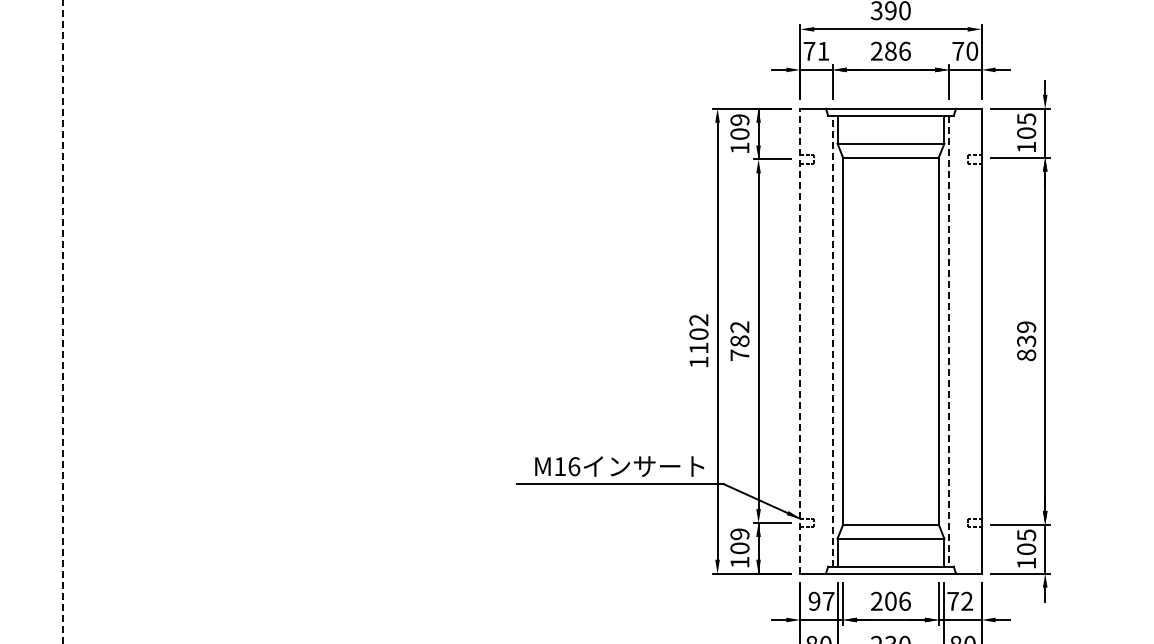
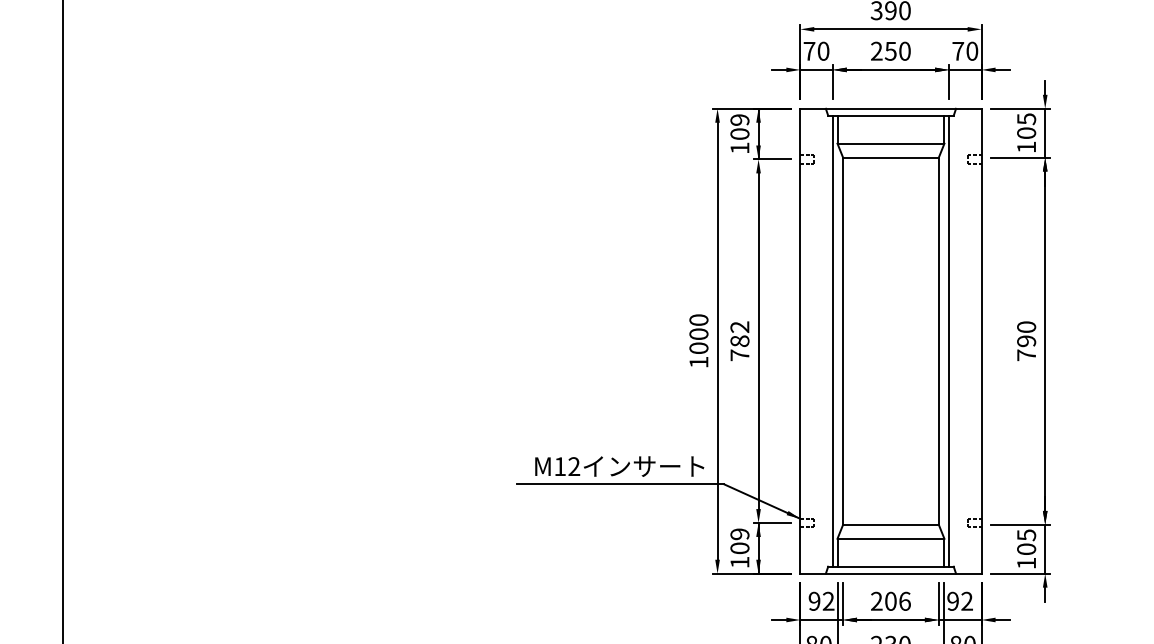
text at (823, 50): 71 -> 70
text at (897, 50): 286 -> 250
line at (63, 321): dashed -> solid
text at (698, 333): 1102 -> 1000
line at (800, 340): dashed -> solid
line at (832, 340): dashed -> solid
line at (949, 341): dashed -> solid
text at (1026, 341): 839 -> 790
text at (574, 466): M16 -> M12
text at (828, 600): 97 -> 92
text at (952, 600): 72 -> 92
